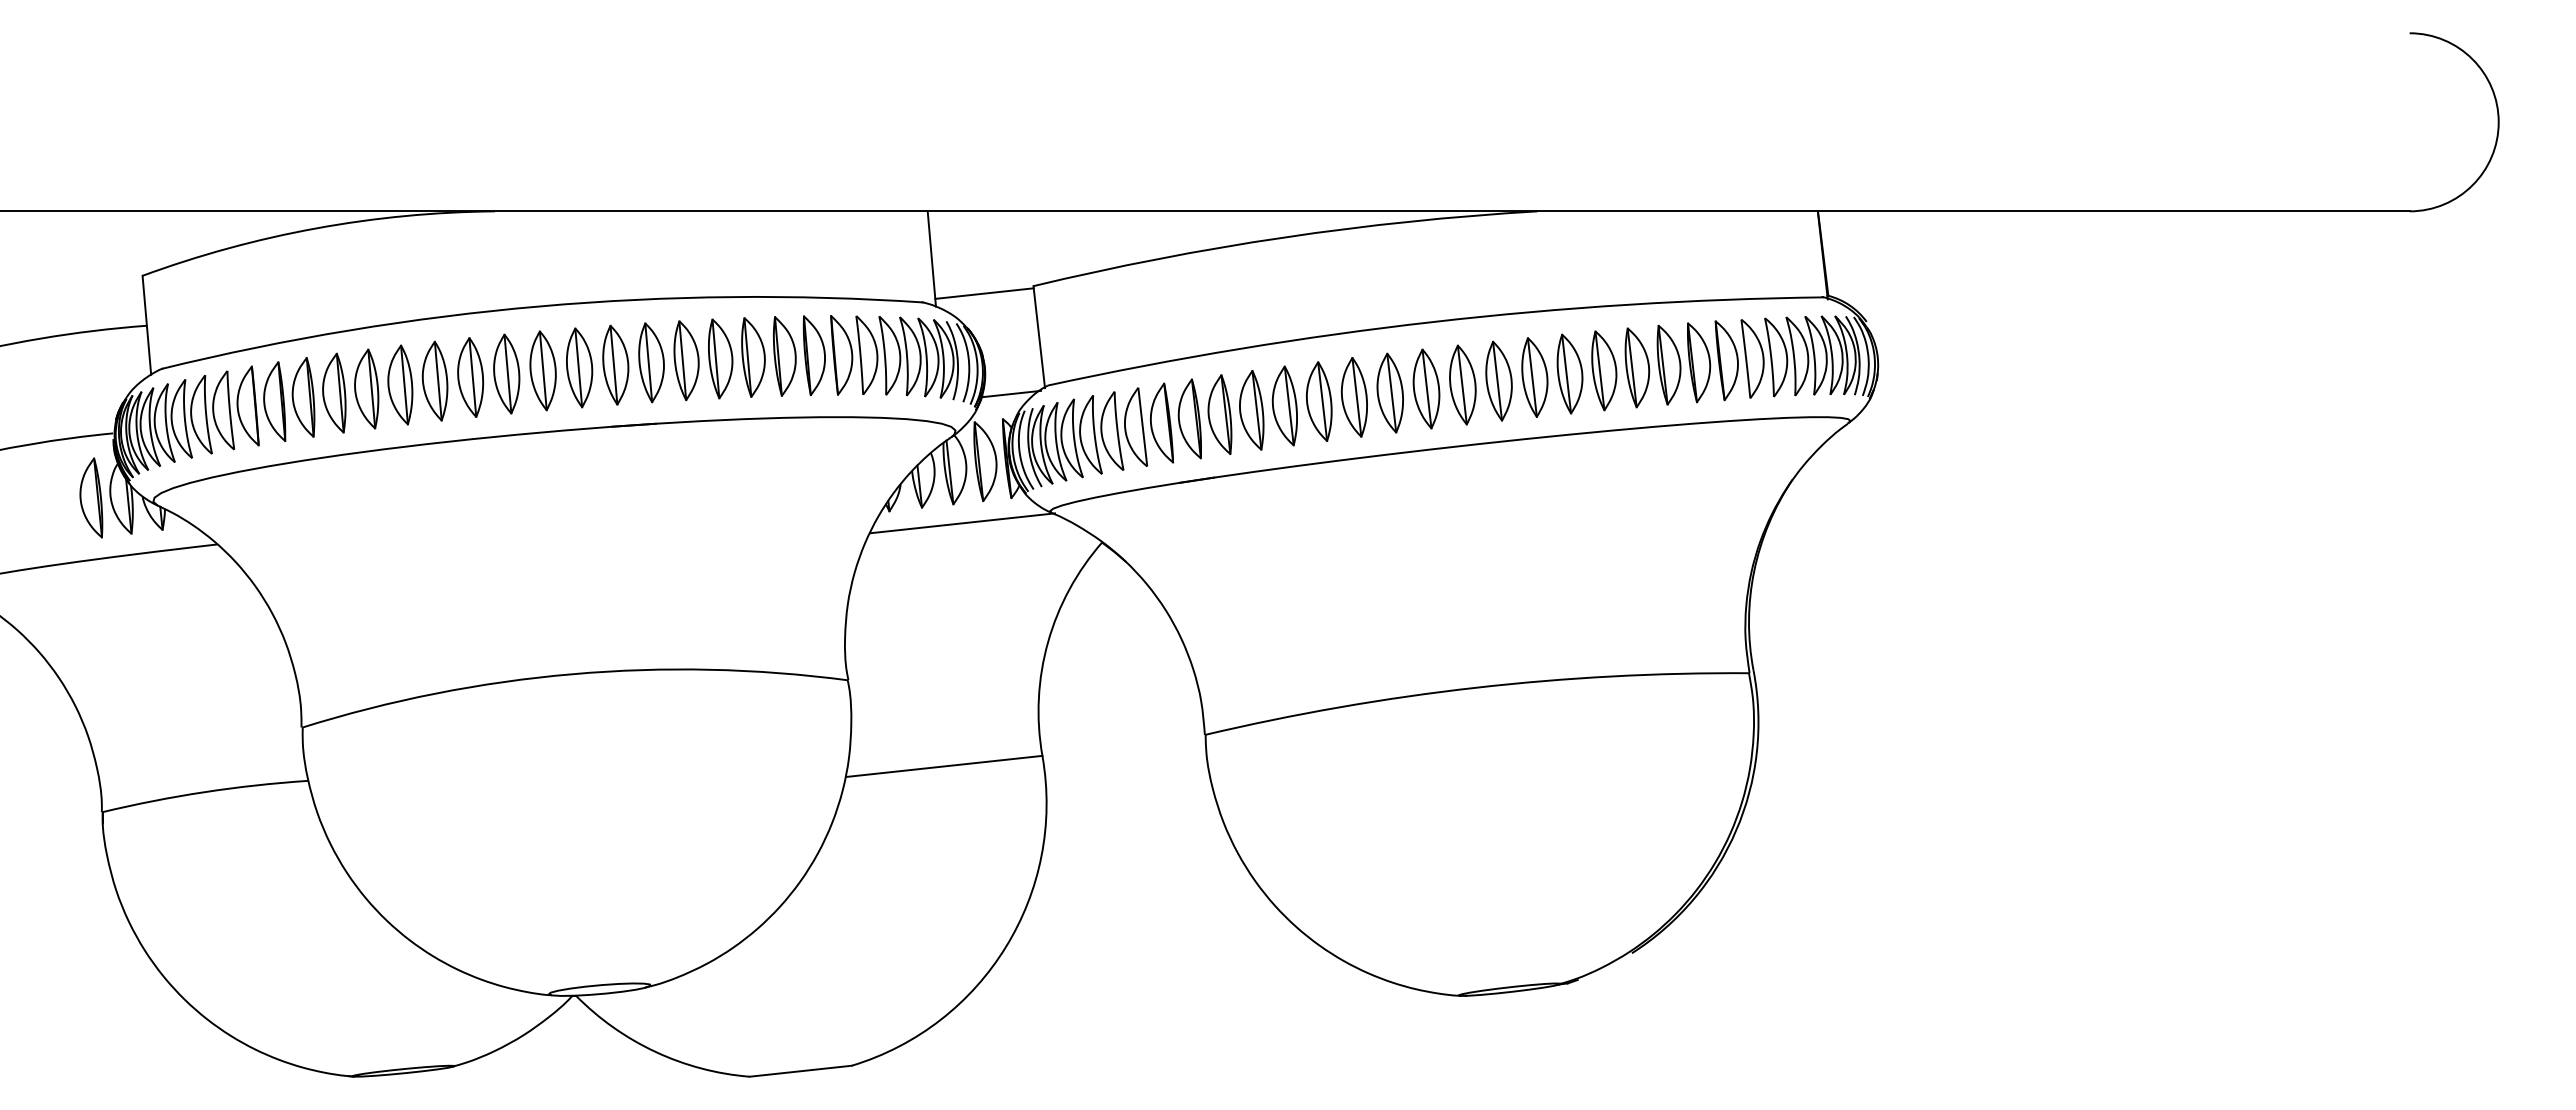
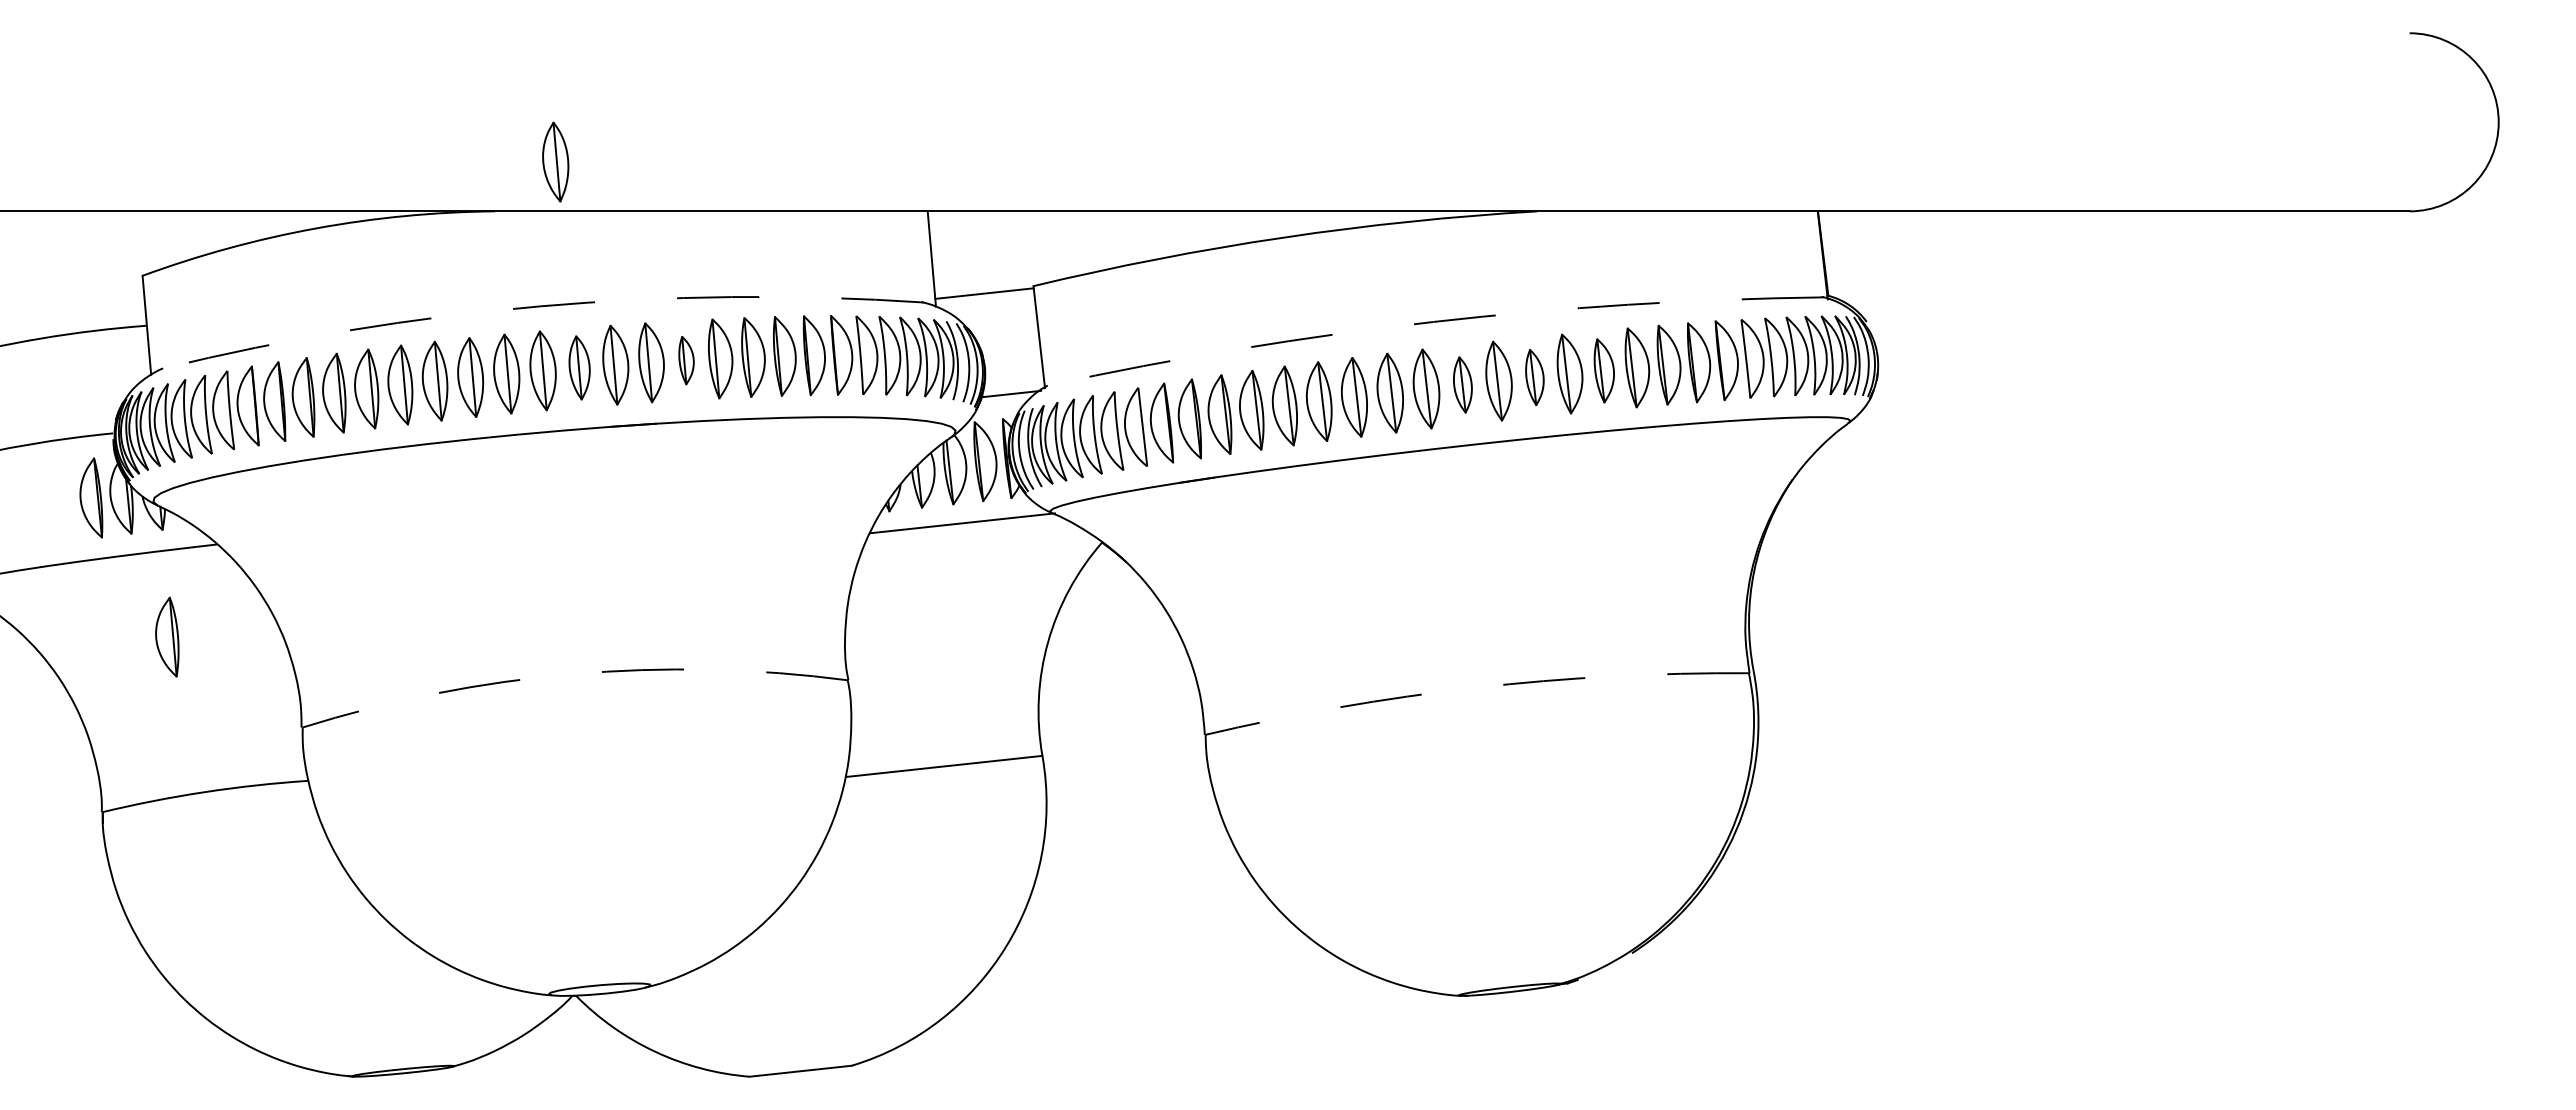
part at (555, 161): none -> present
arc at (540, 306): solid -> dashed
arc at (1433, 321): solid -> dashed
part at (686, 360) size: 27x81 px -> 17x50 px
part at (579, 367) size: 28x82 px -> 23x66 px
part at (1604, 370) size: 27x82 px -> 22x66 px
part at (1534, 377) size: 28x81 px -> 20x57 px
part at (1462, 384) size: 28x82 px -> 20x58 px
part at (167, 636): none -> present
arc at (572, 674): solid -> dashed
arc at (1475, 687): solid -> dashed
